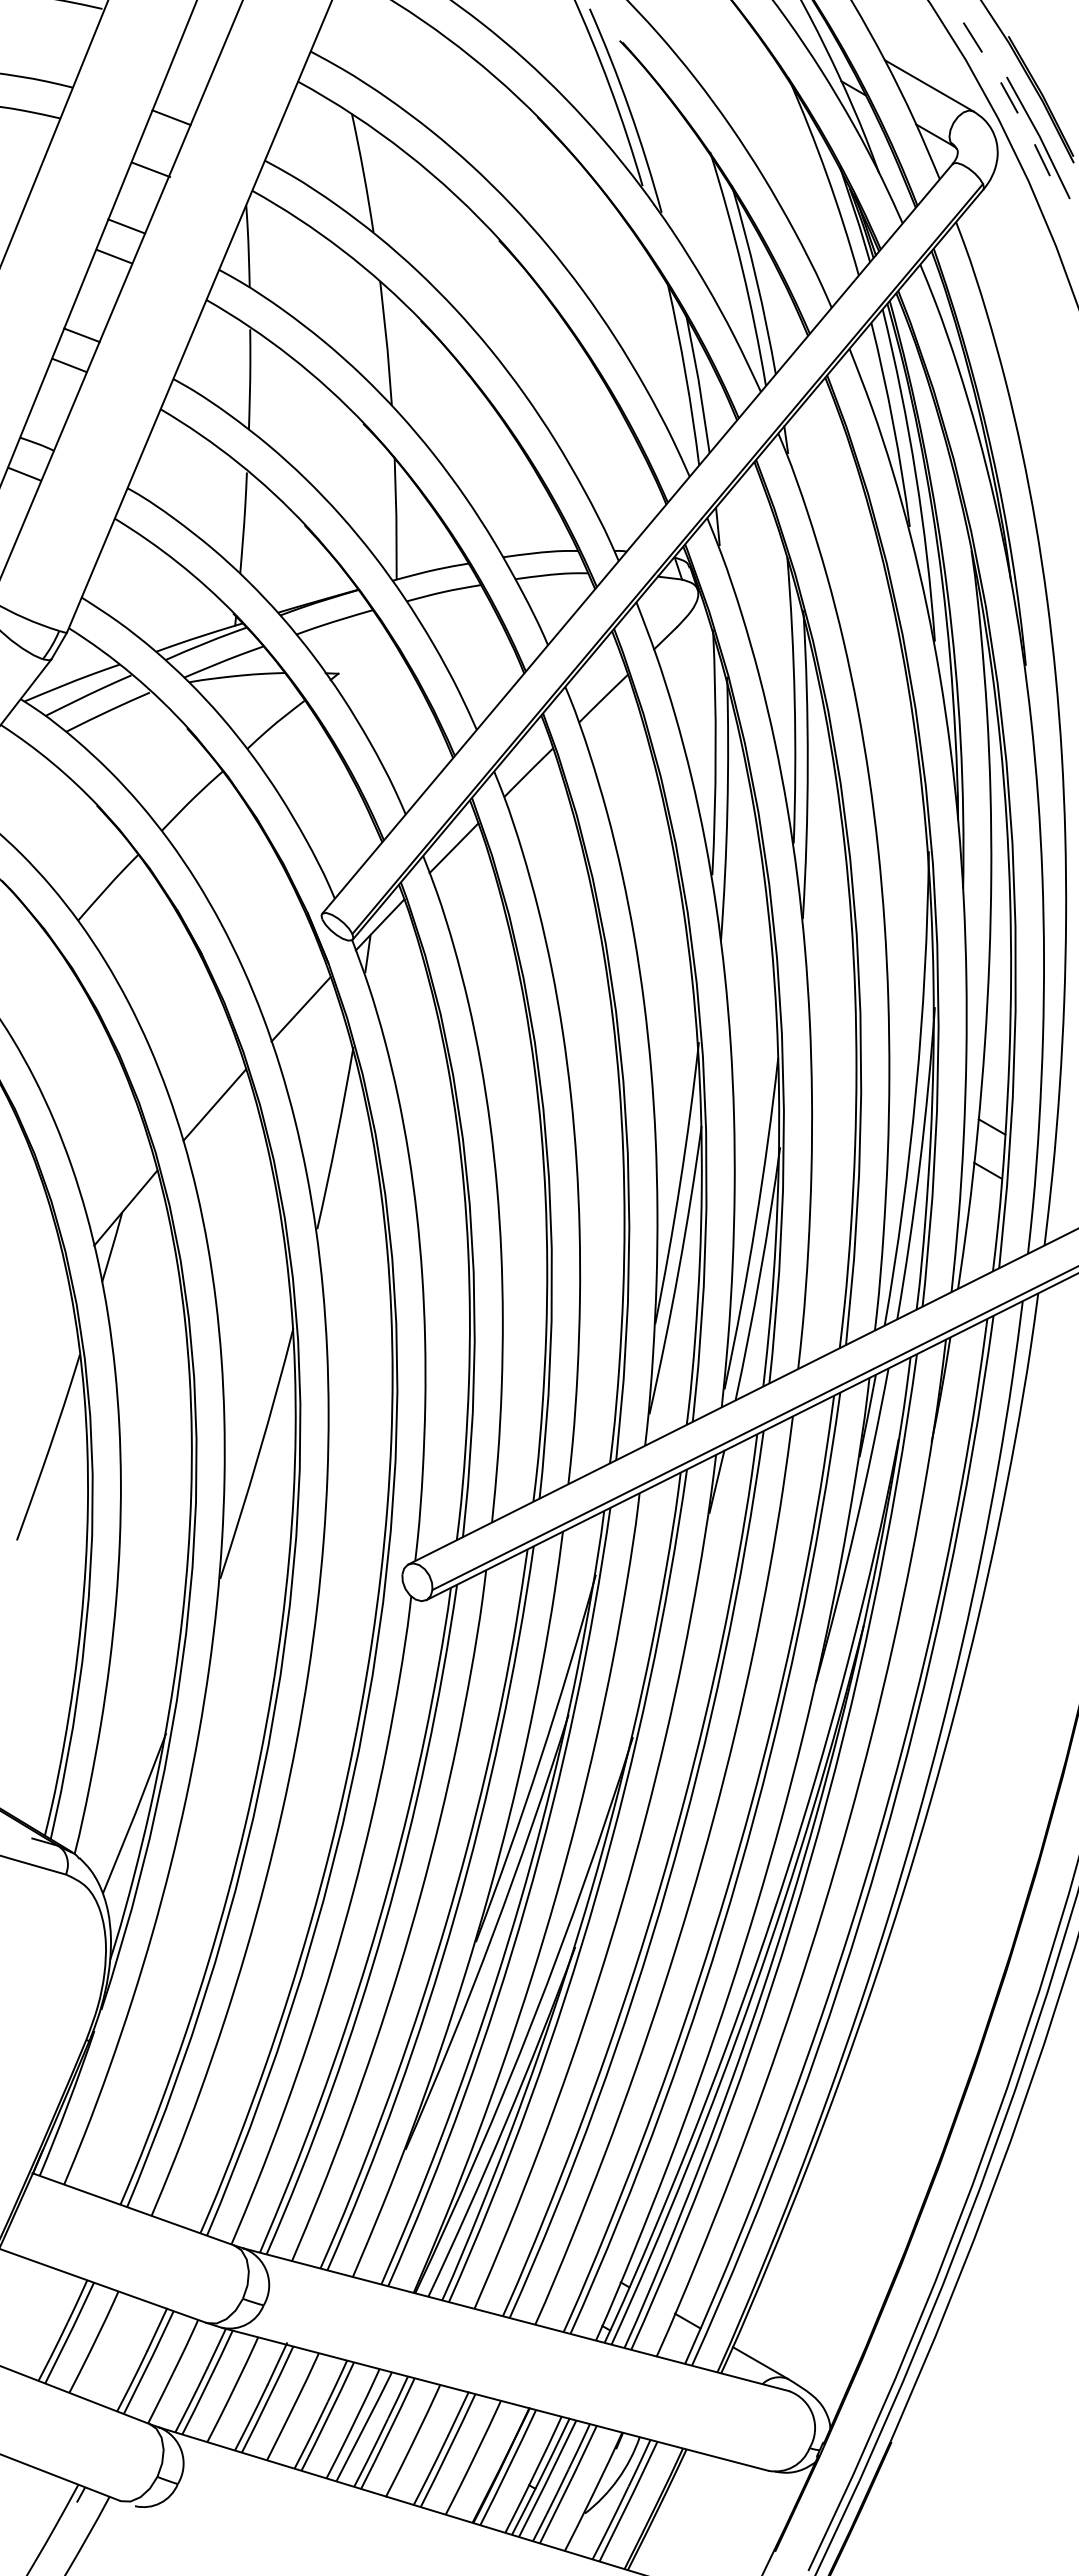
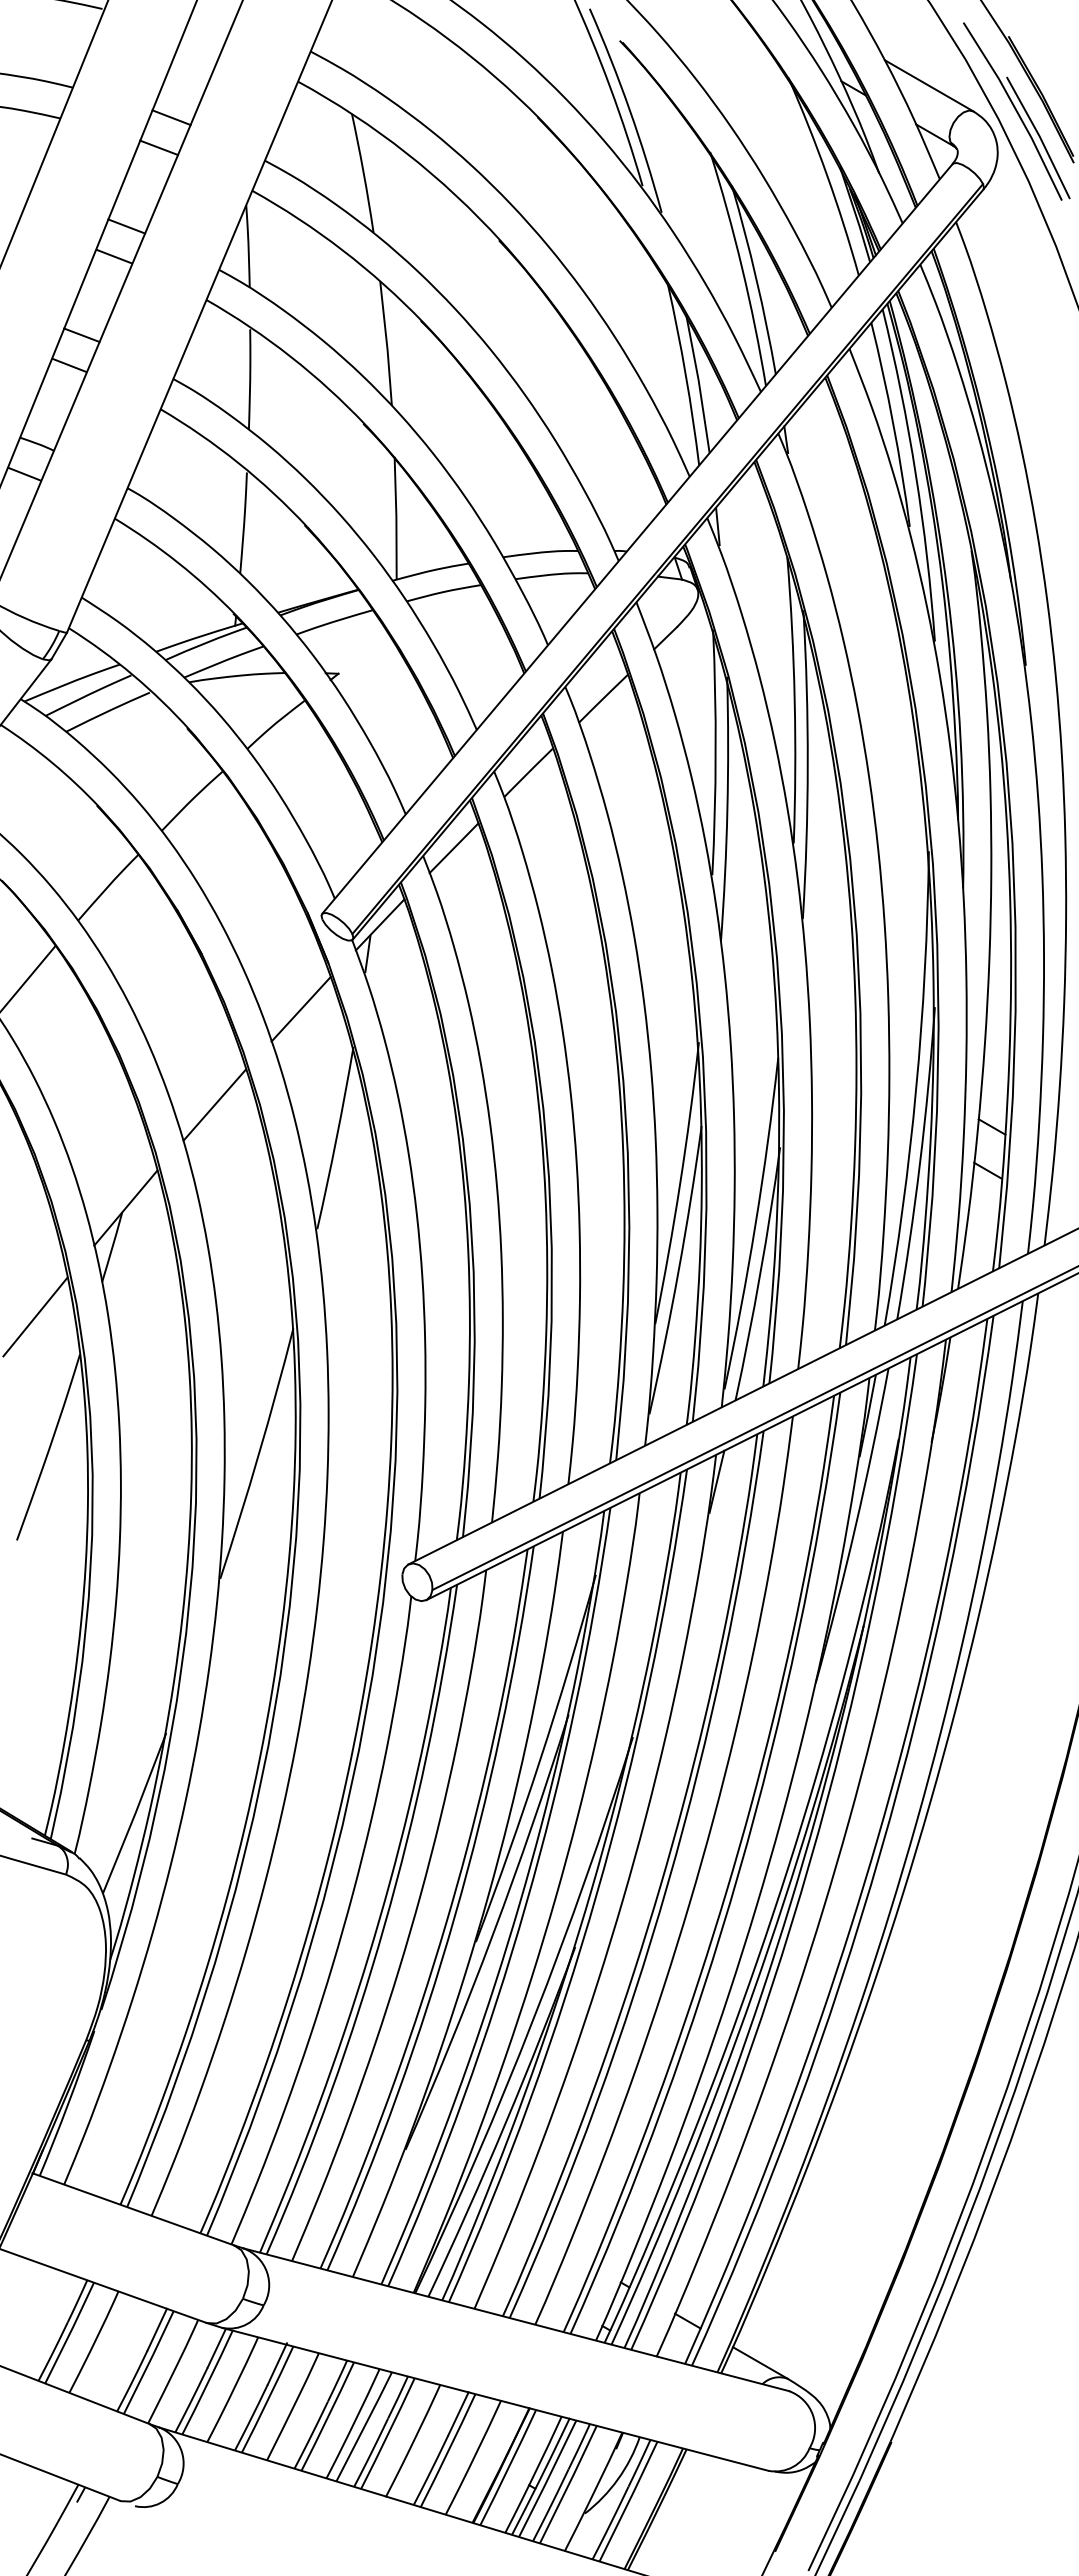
line at (1016, 110): dashed -> solid
line at (151, 169) position: (151, 169) -> (159, 147)
line at (28, 977): none -> present
line at (35, 1316): none -> present
